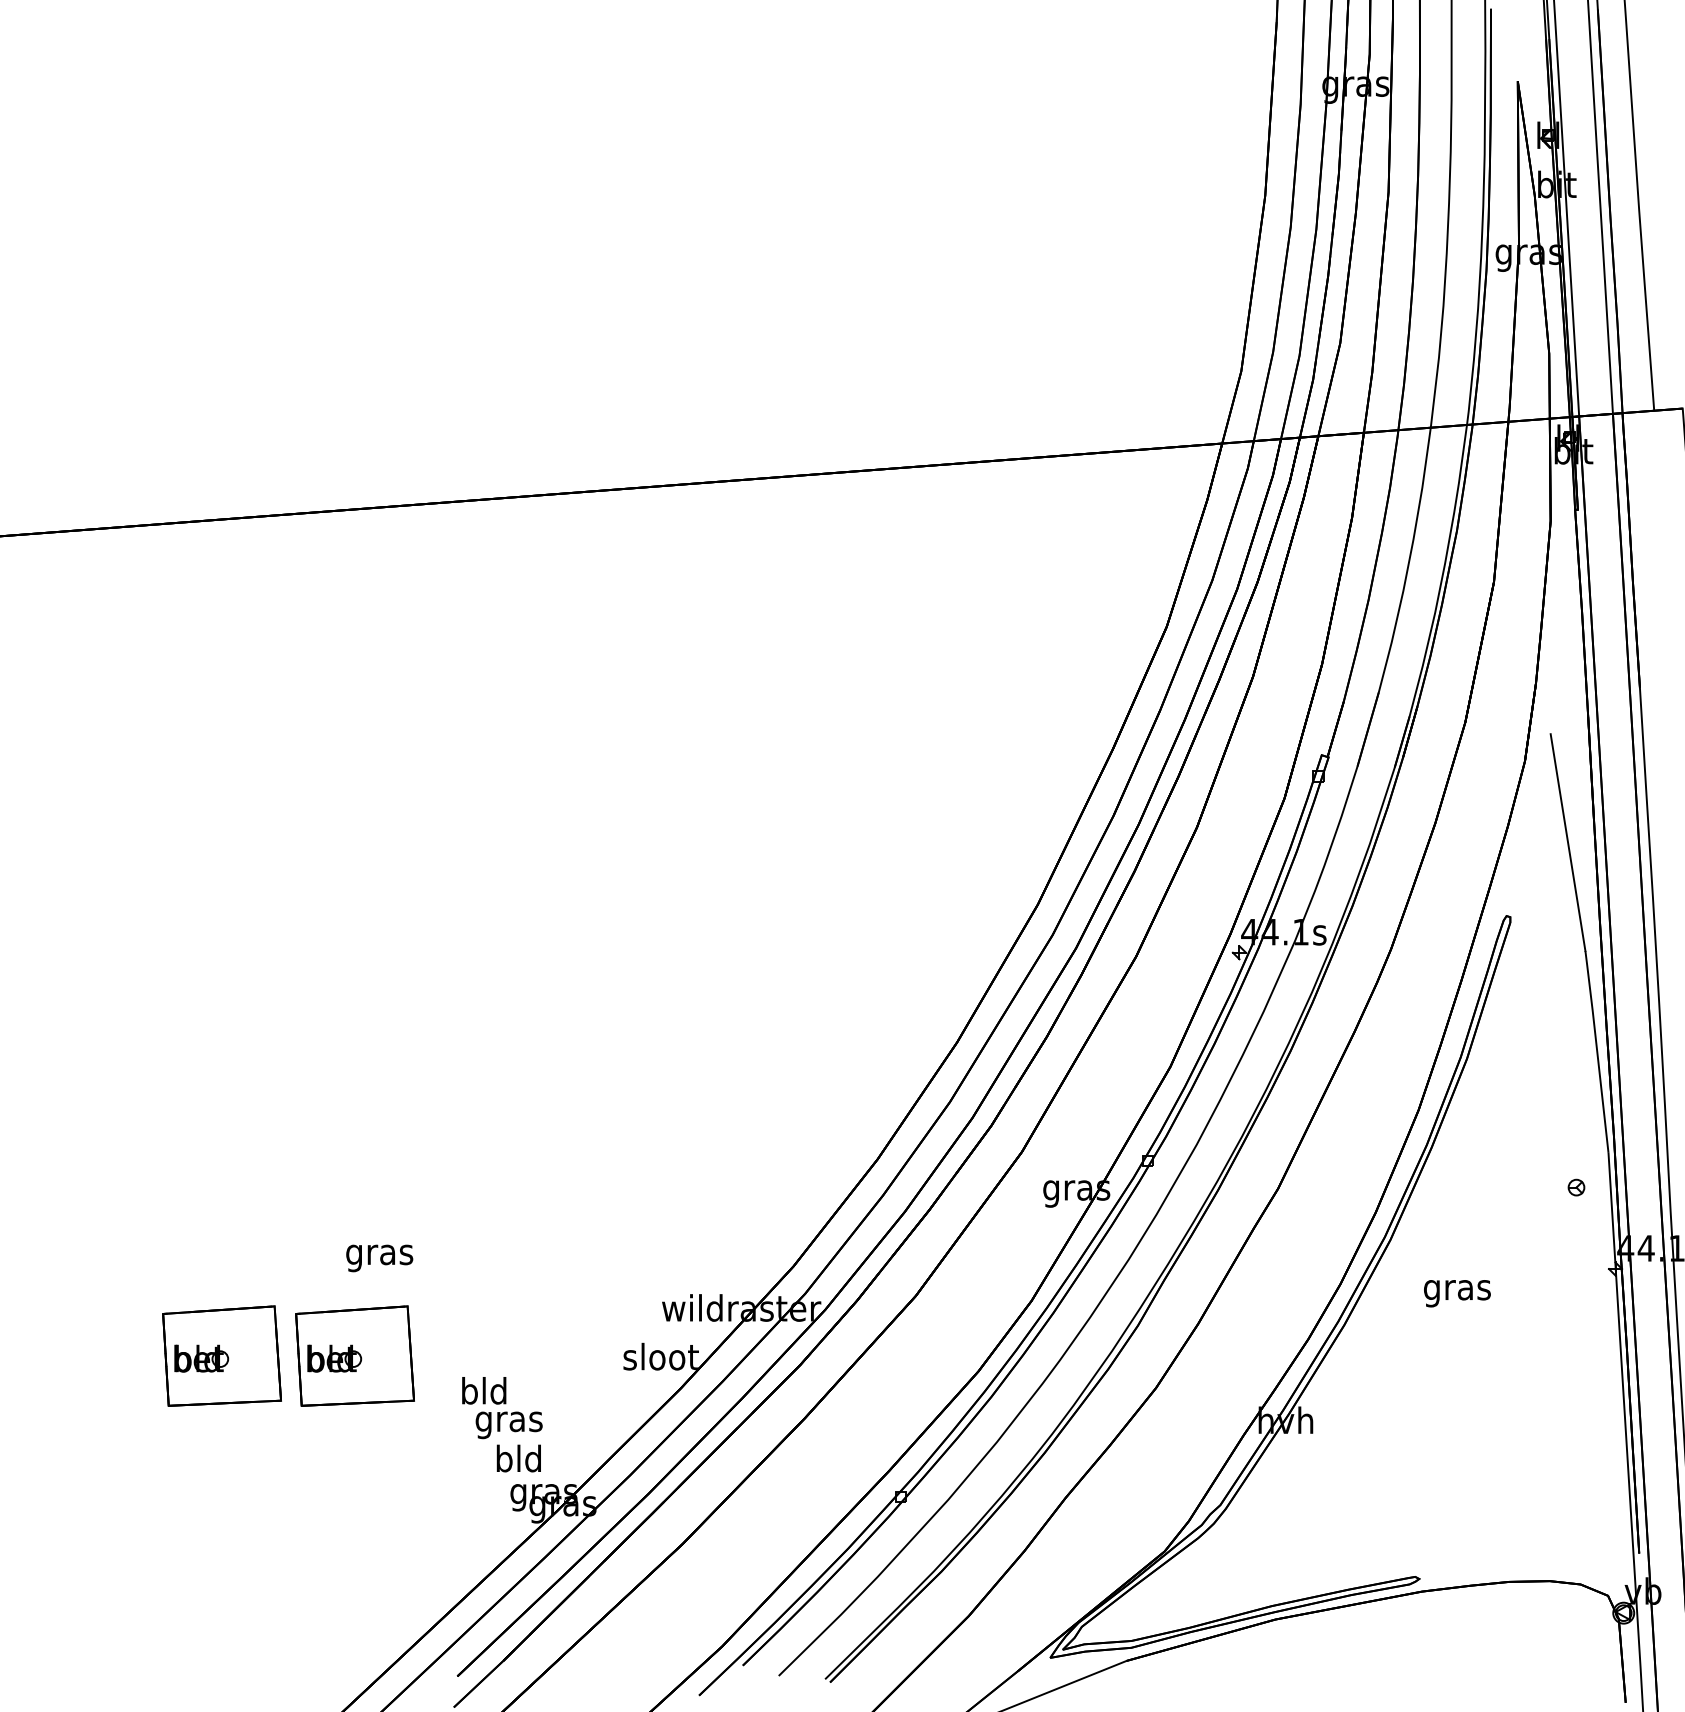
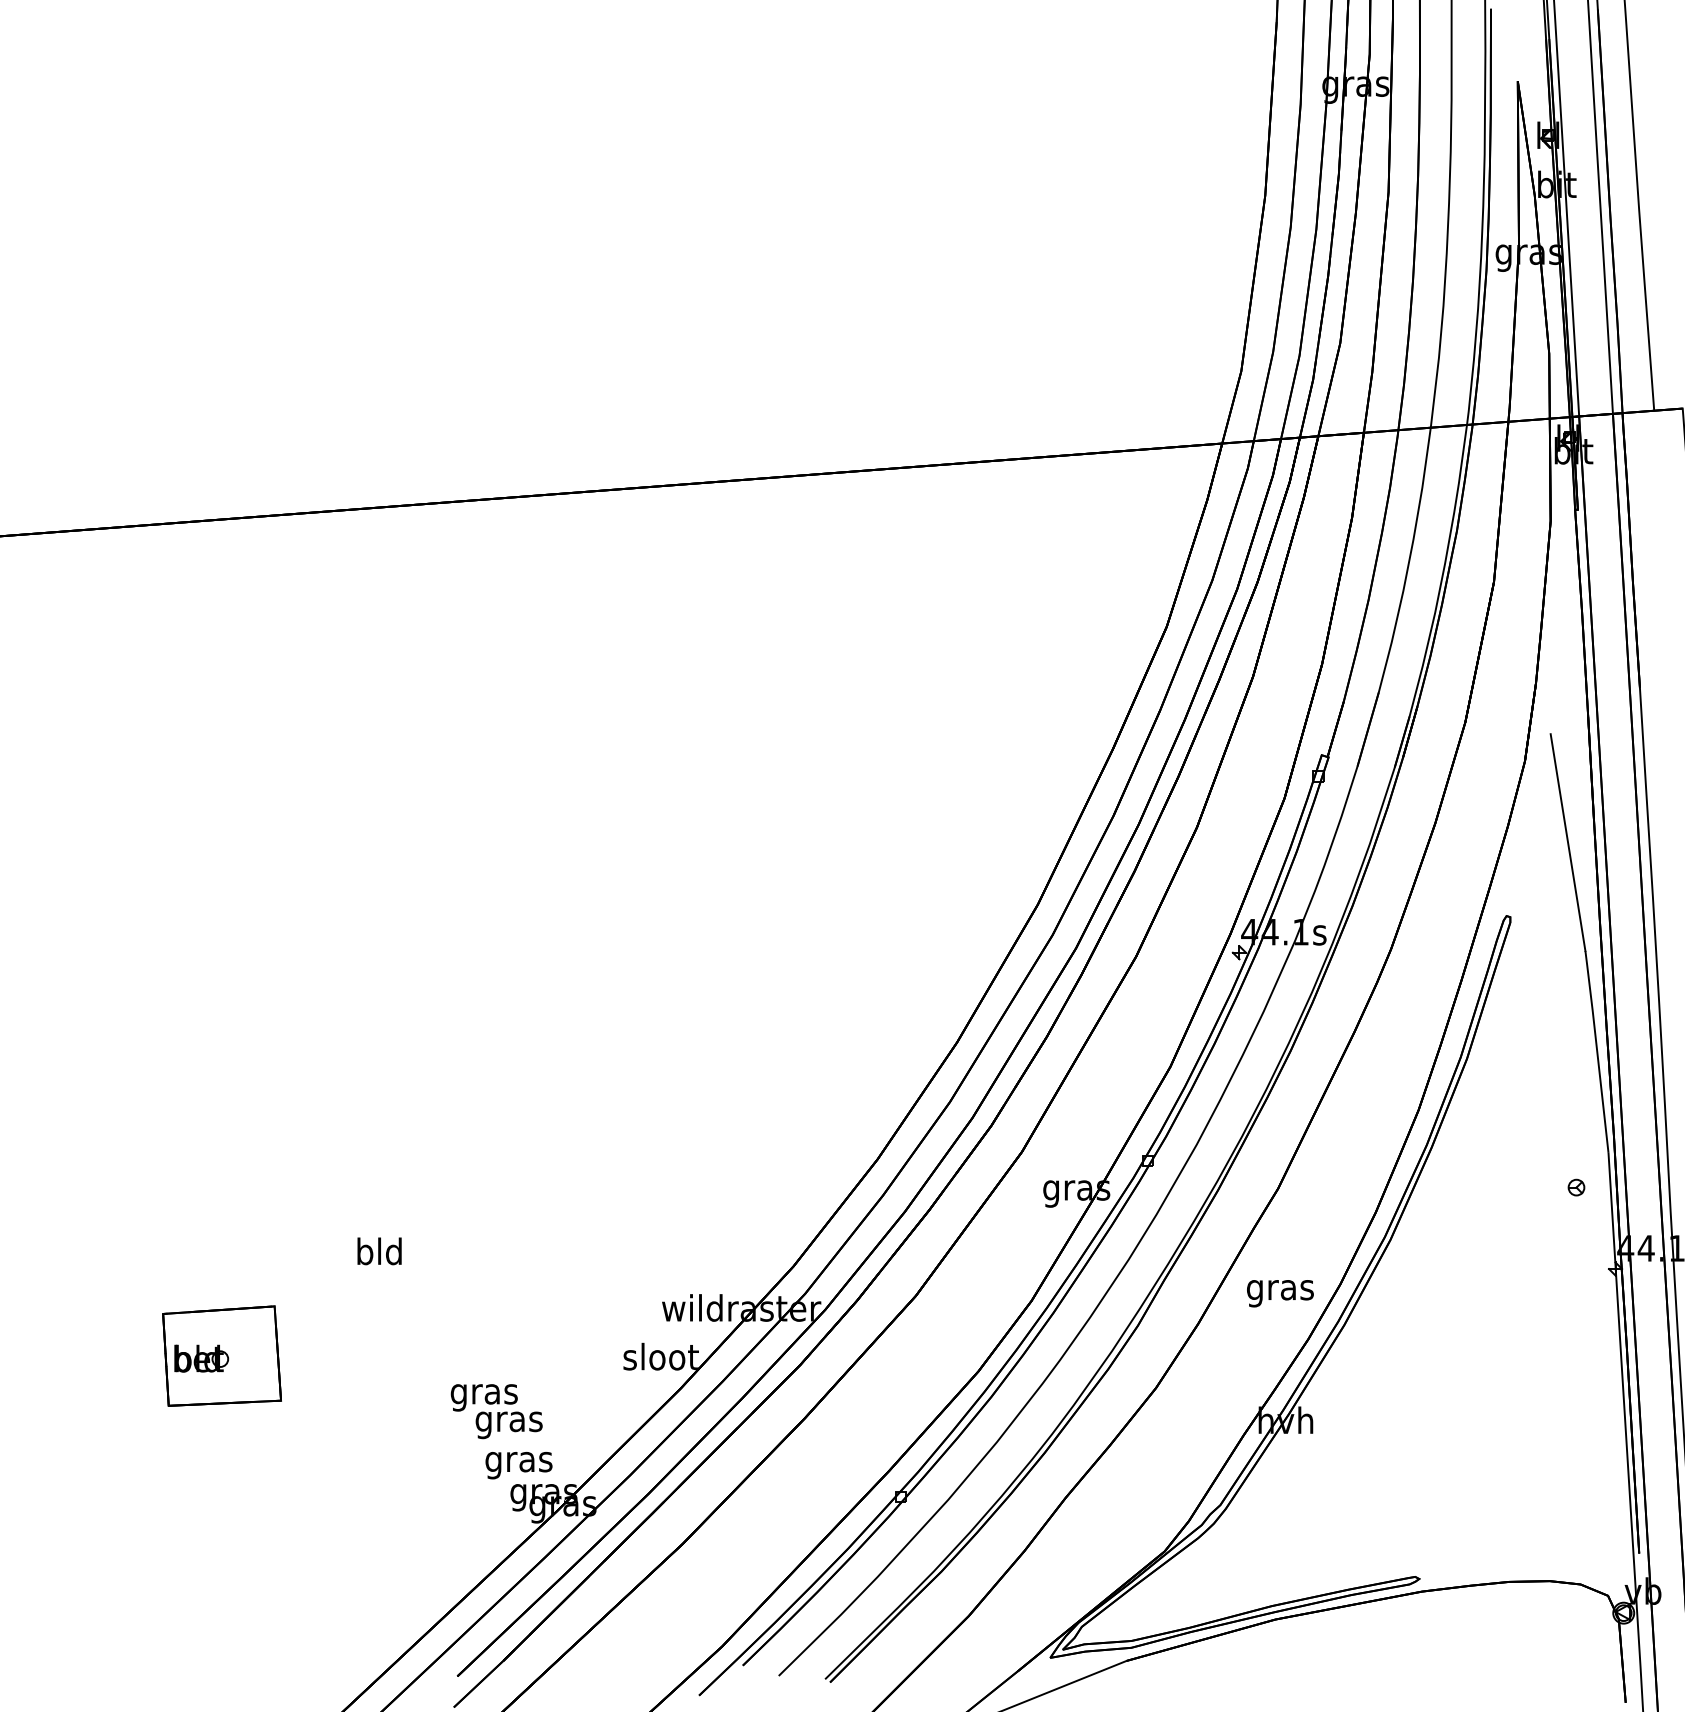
text at (379, 1254): gras -> bld
text at (1457, 1293) position: (1457, 1293) -> (1280, 1293)
part at (354, 1355): present -> none
text at (483, 1394): bld -> gras
text at (518, 1461): bld -> gras
